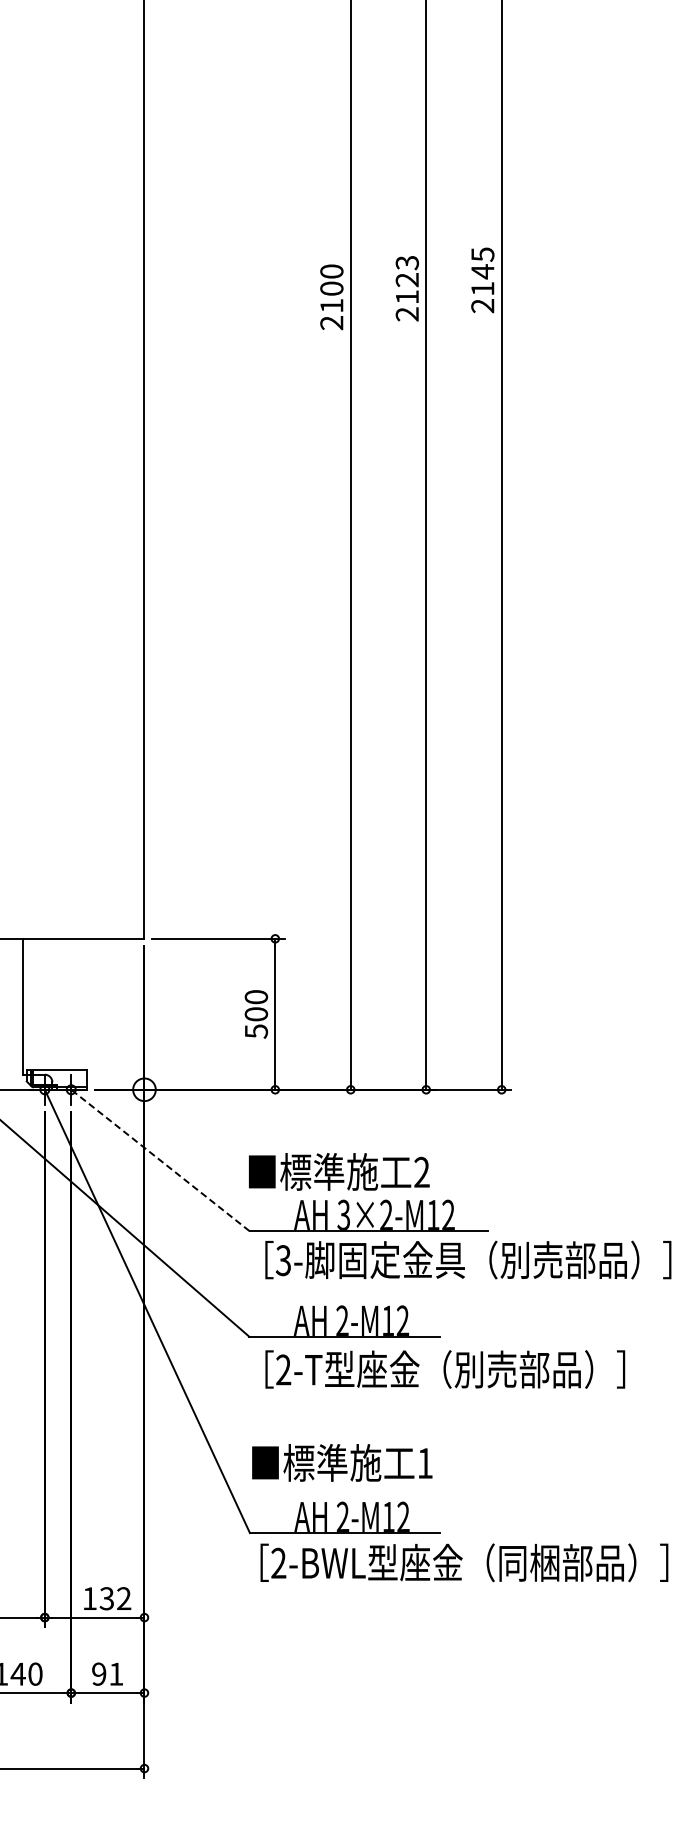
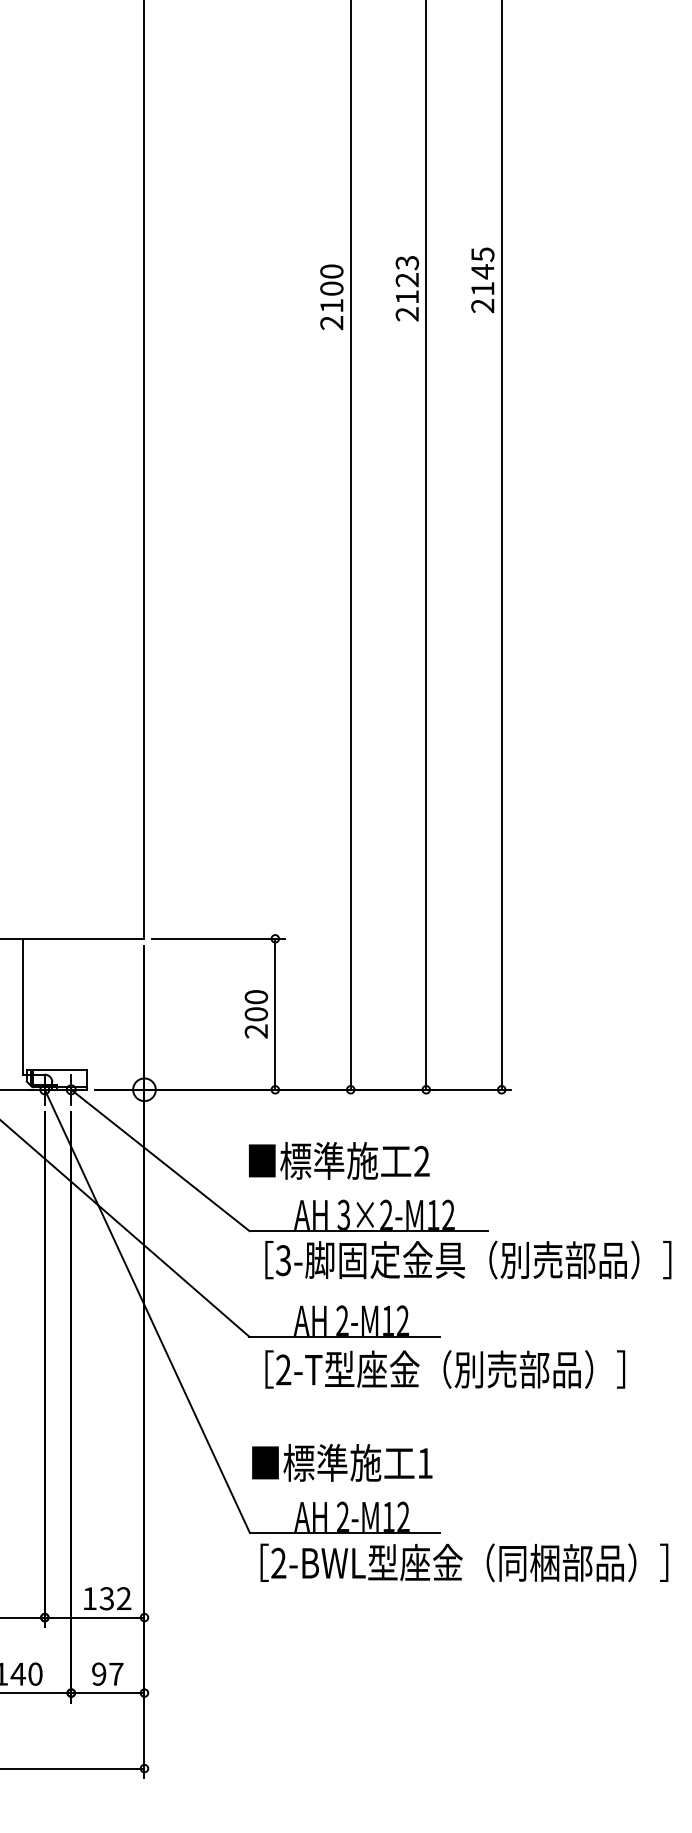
text at (256, 1031): 500 -> 200
line at (160, 1160): dashed -> solid
text at (339, 1171) position: (339, 1171) -> (339, 1160)
text at (116, 1674): 91 -> 97
